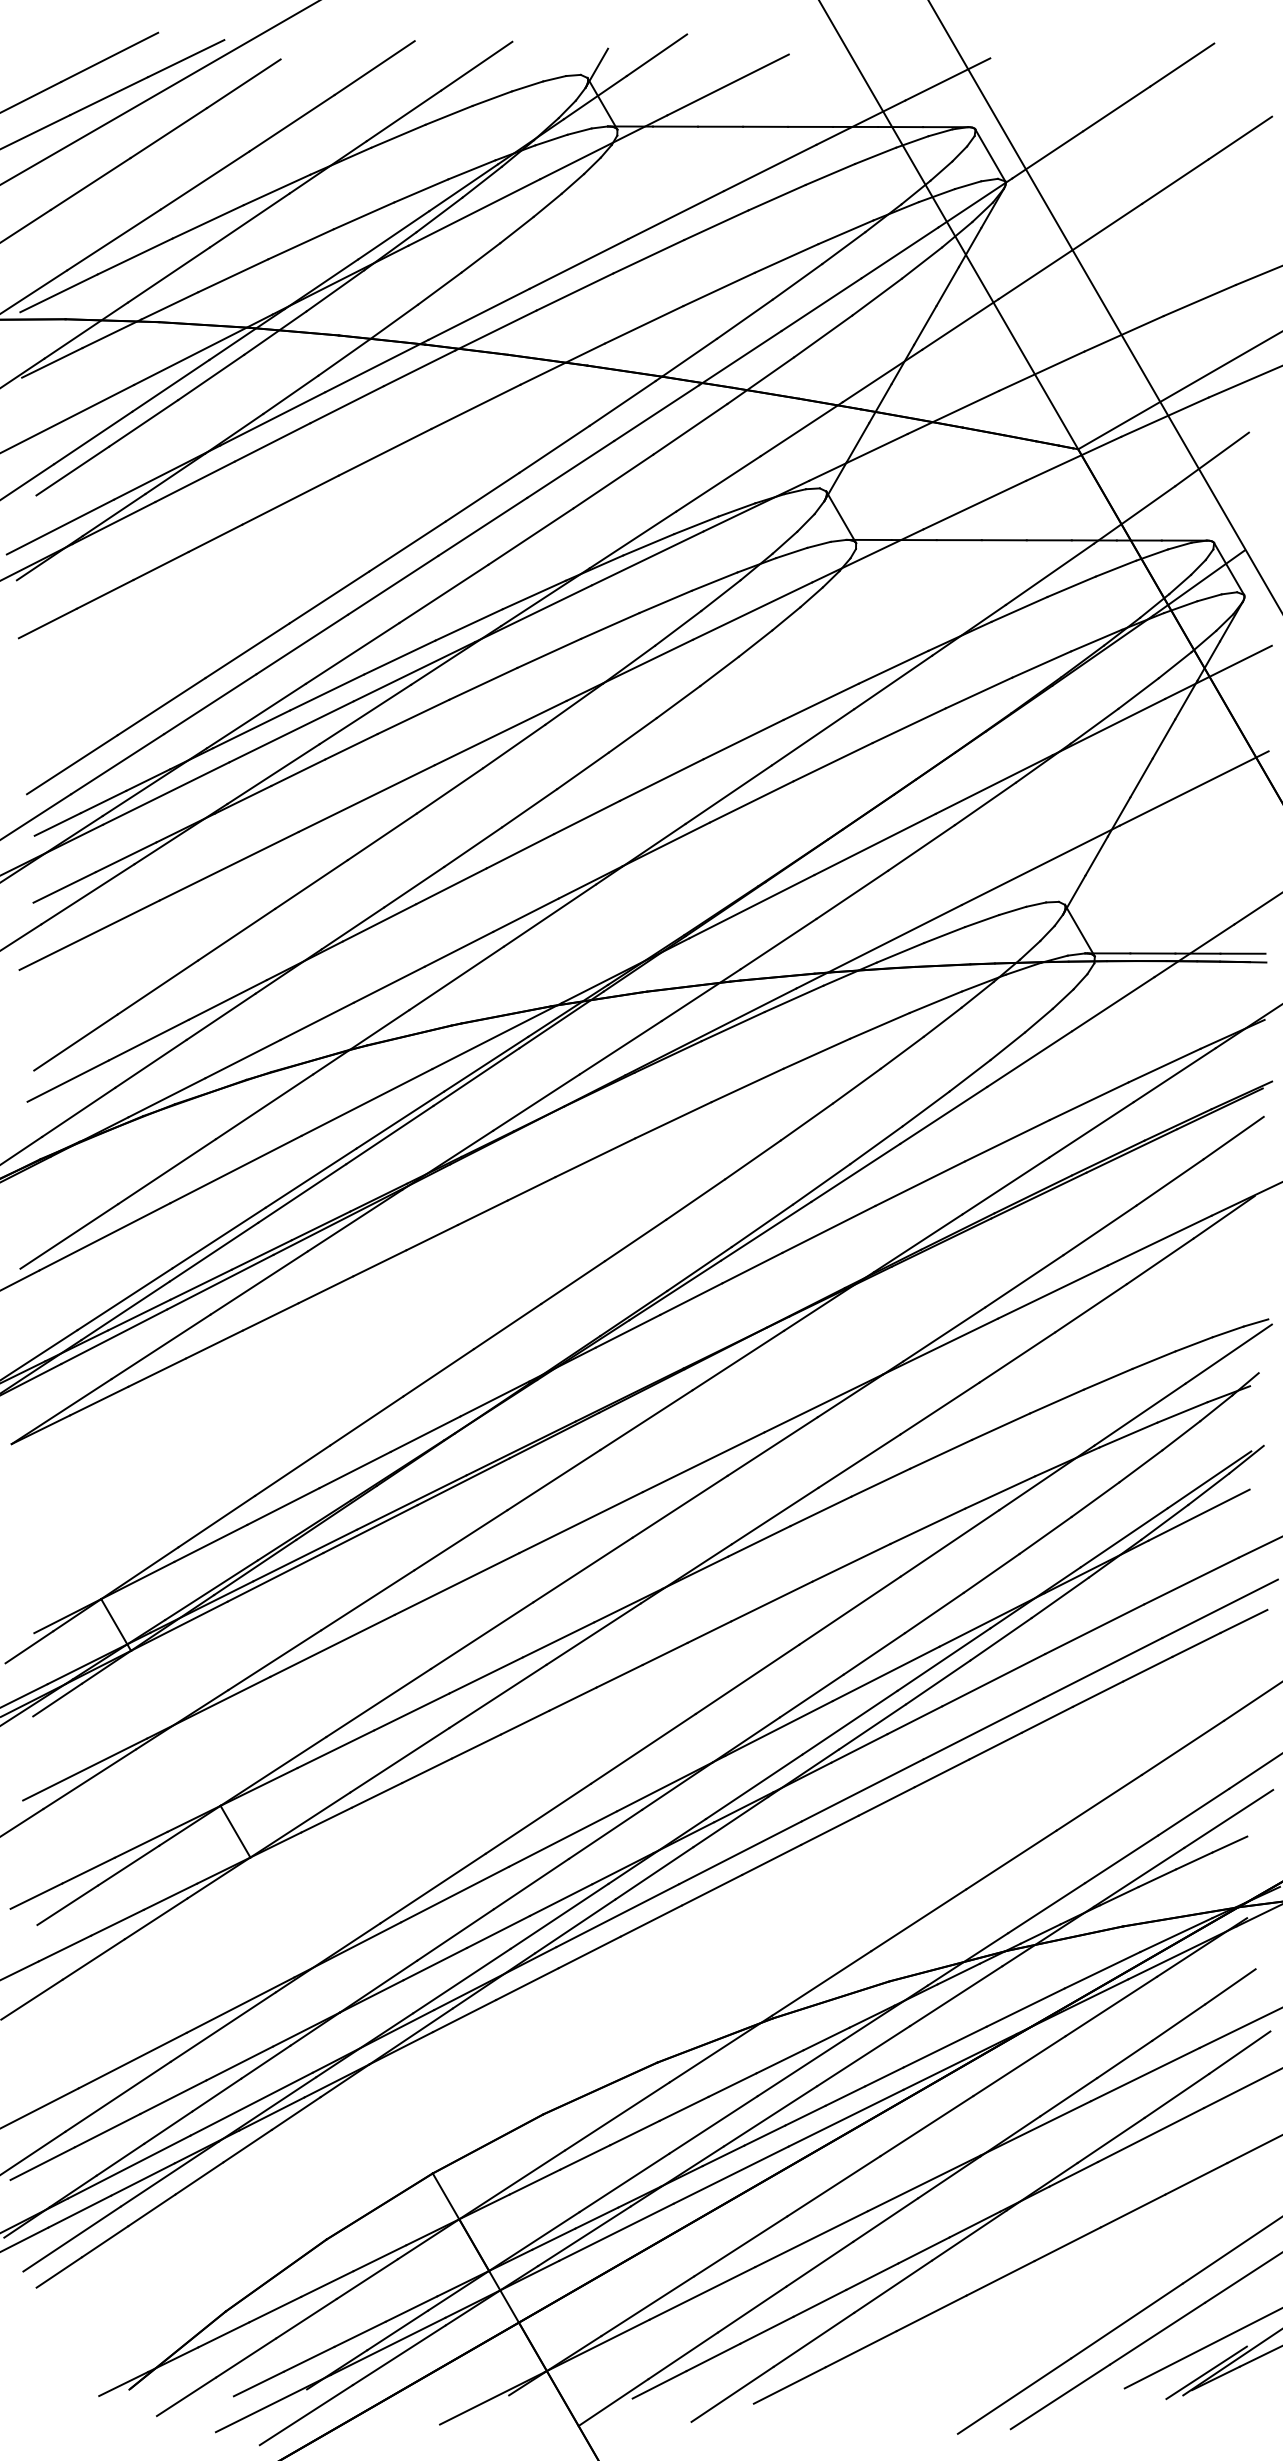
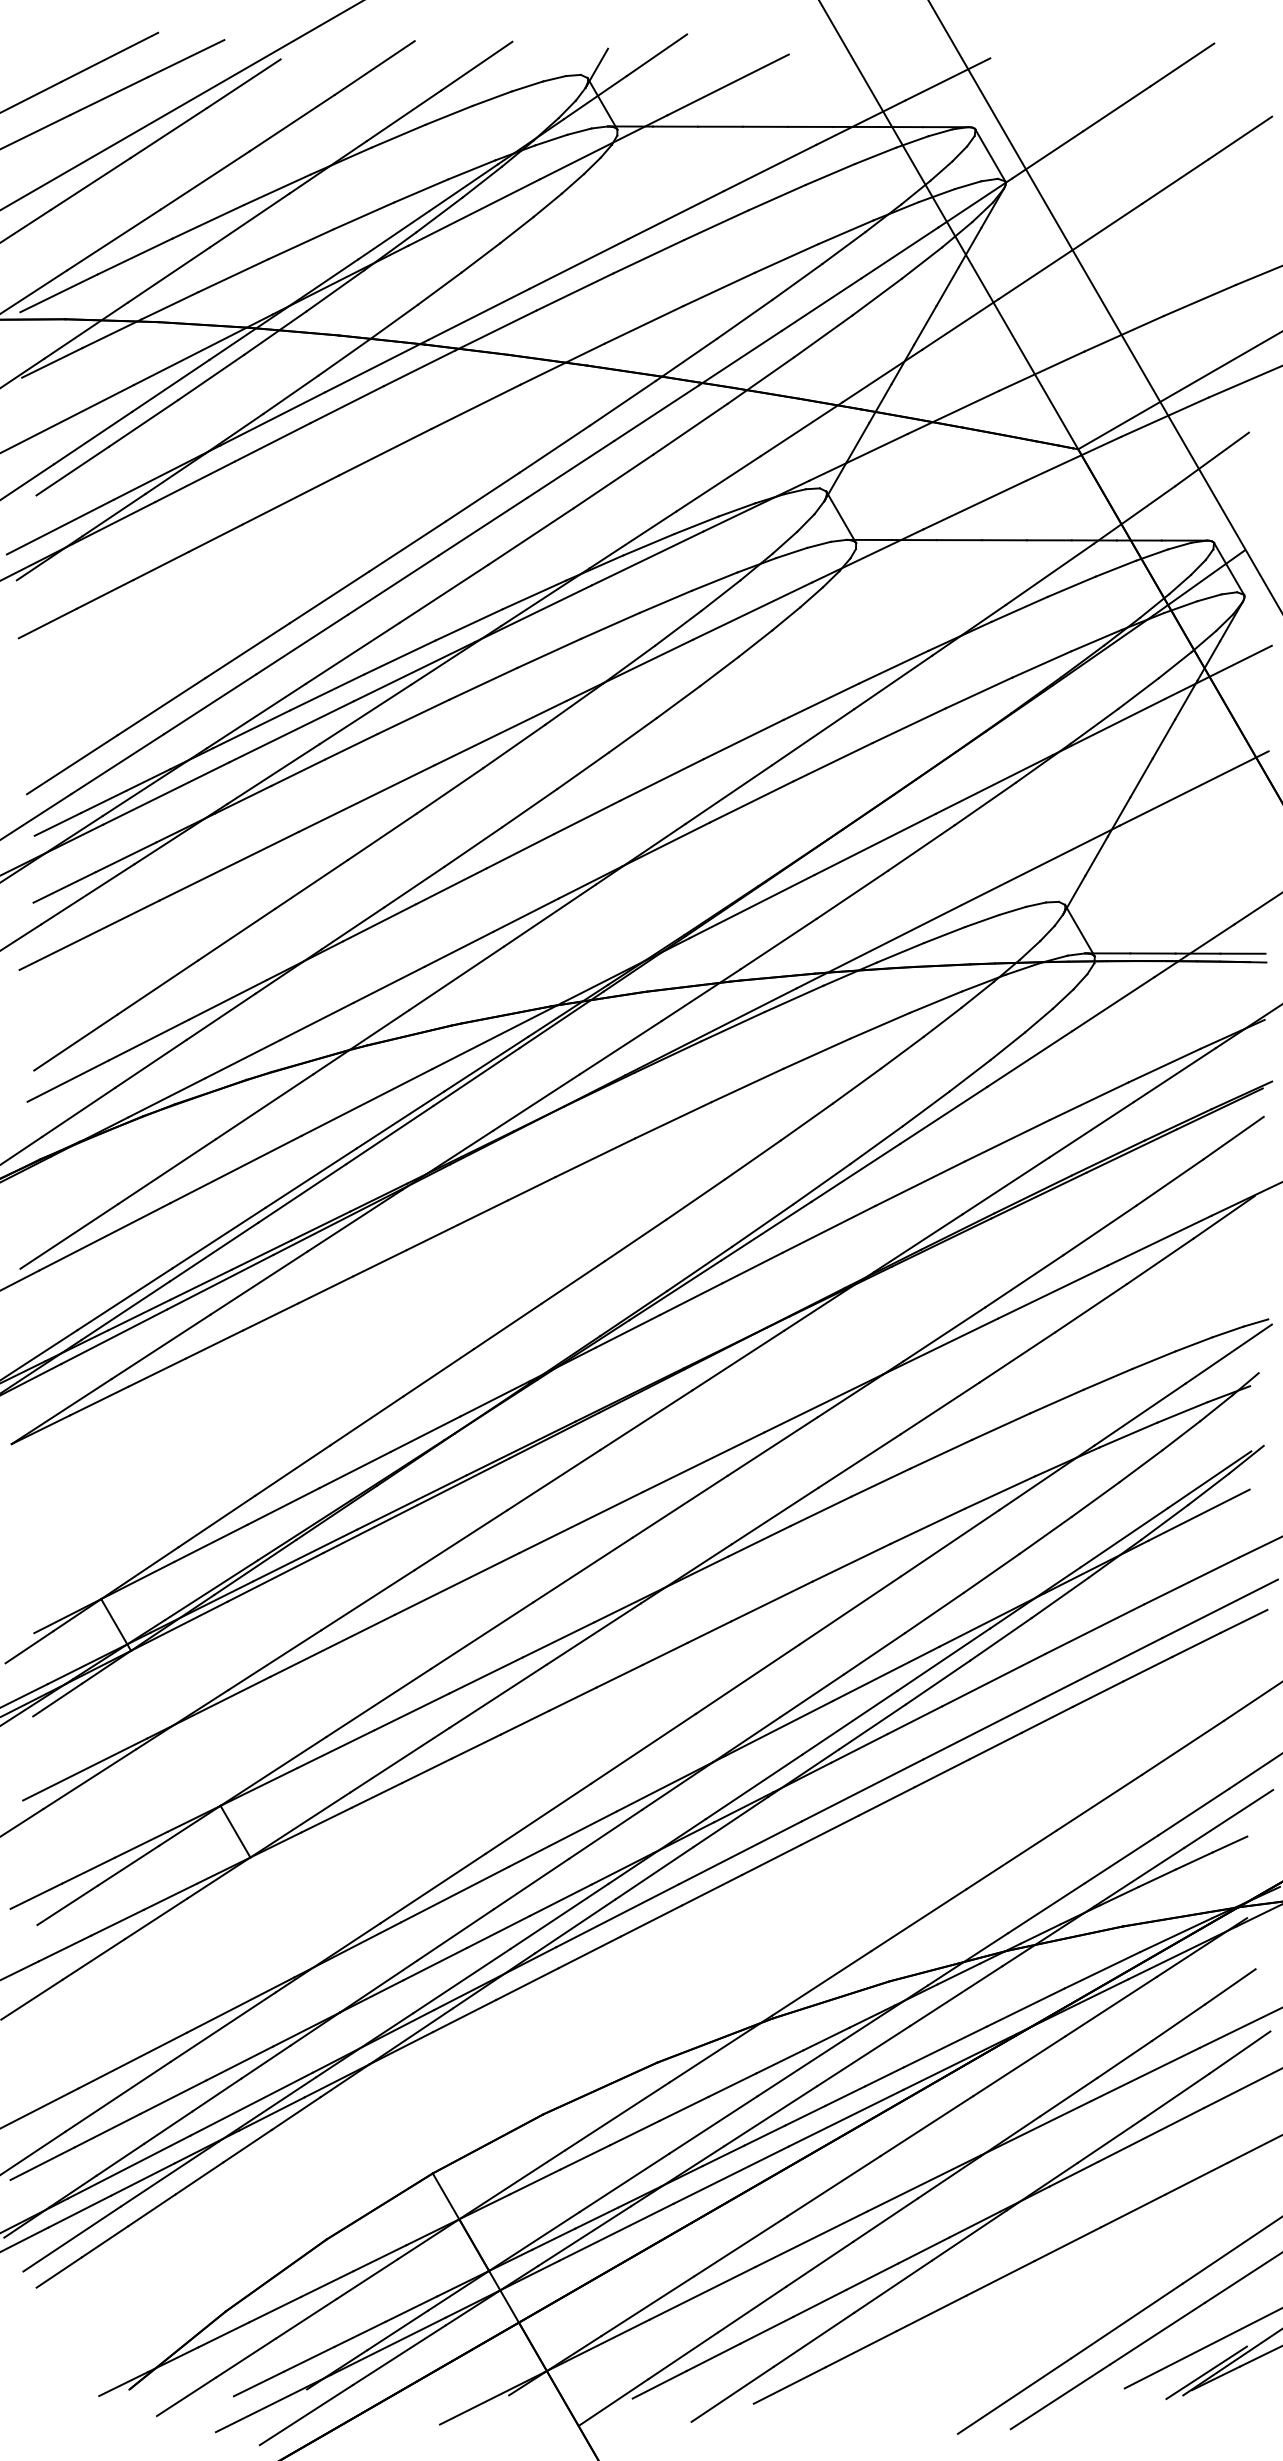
line at (159, 92) position: (159, 92) -> (181, 105)
